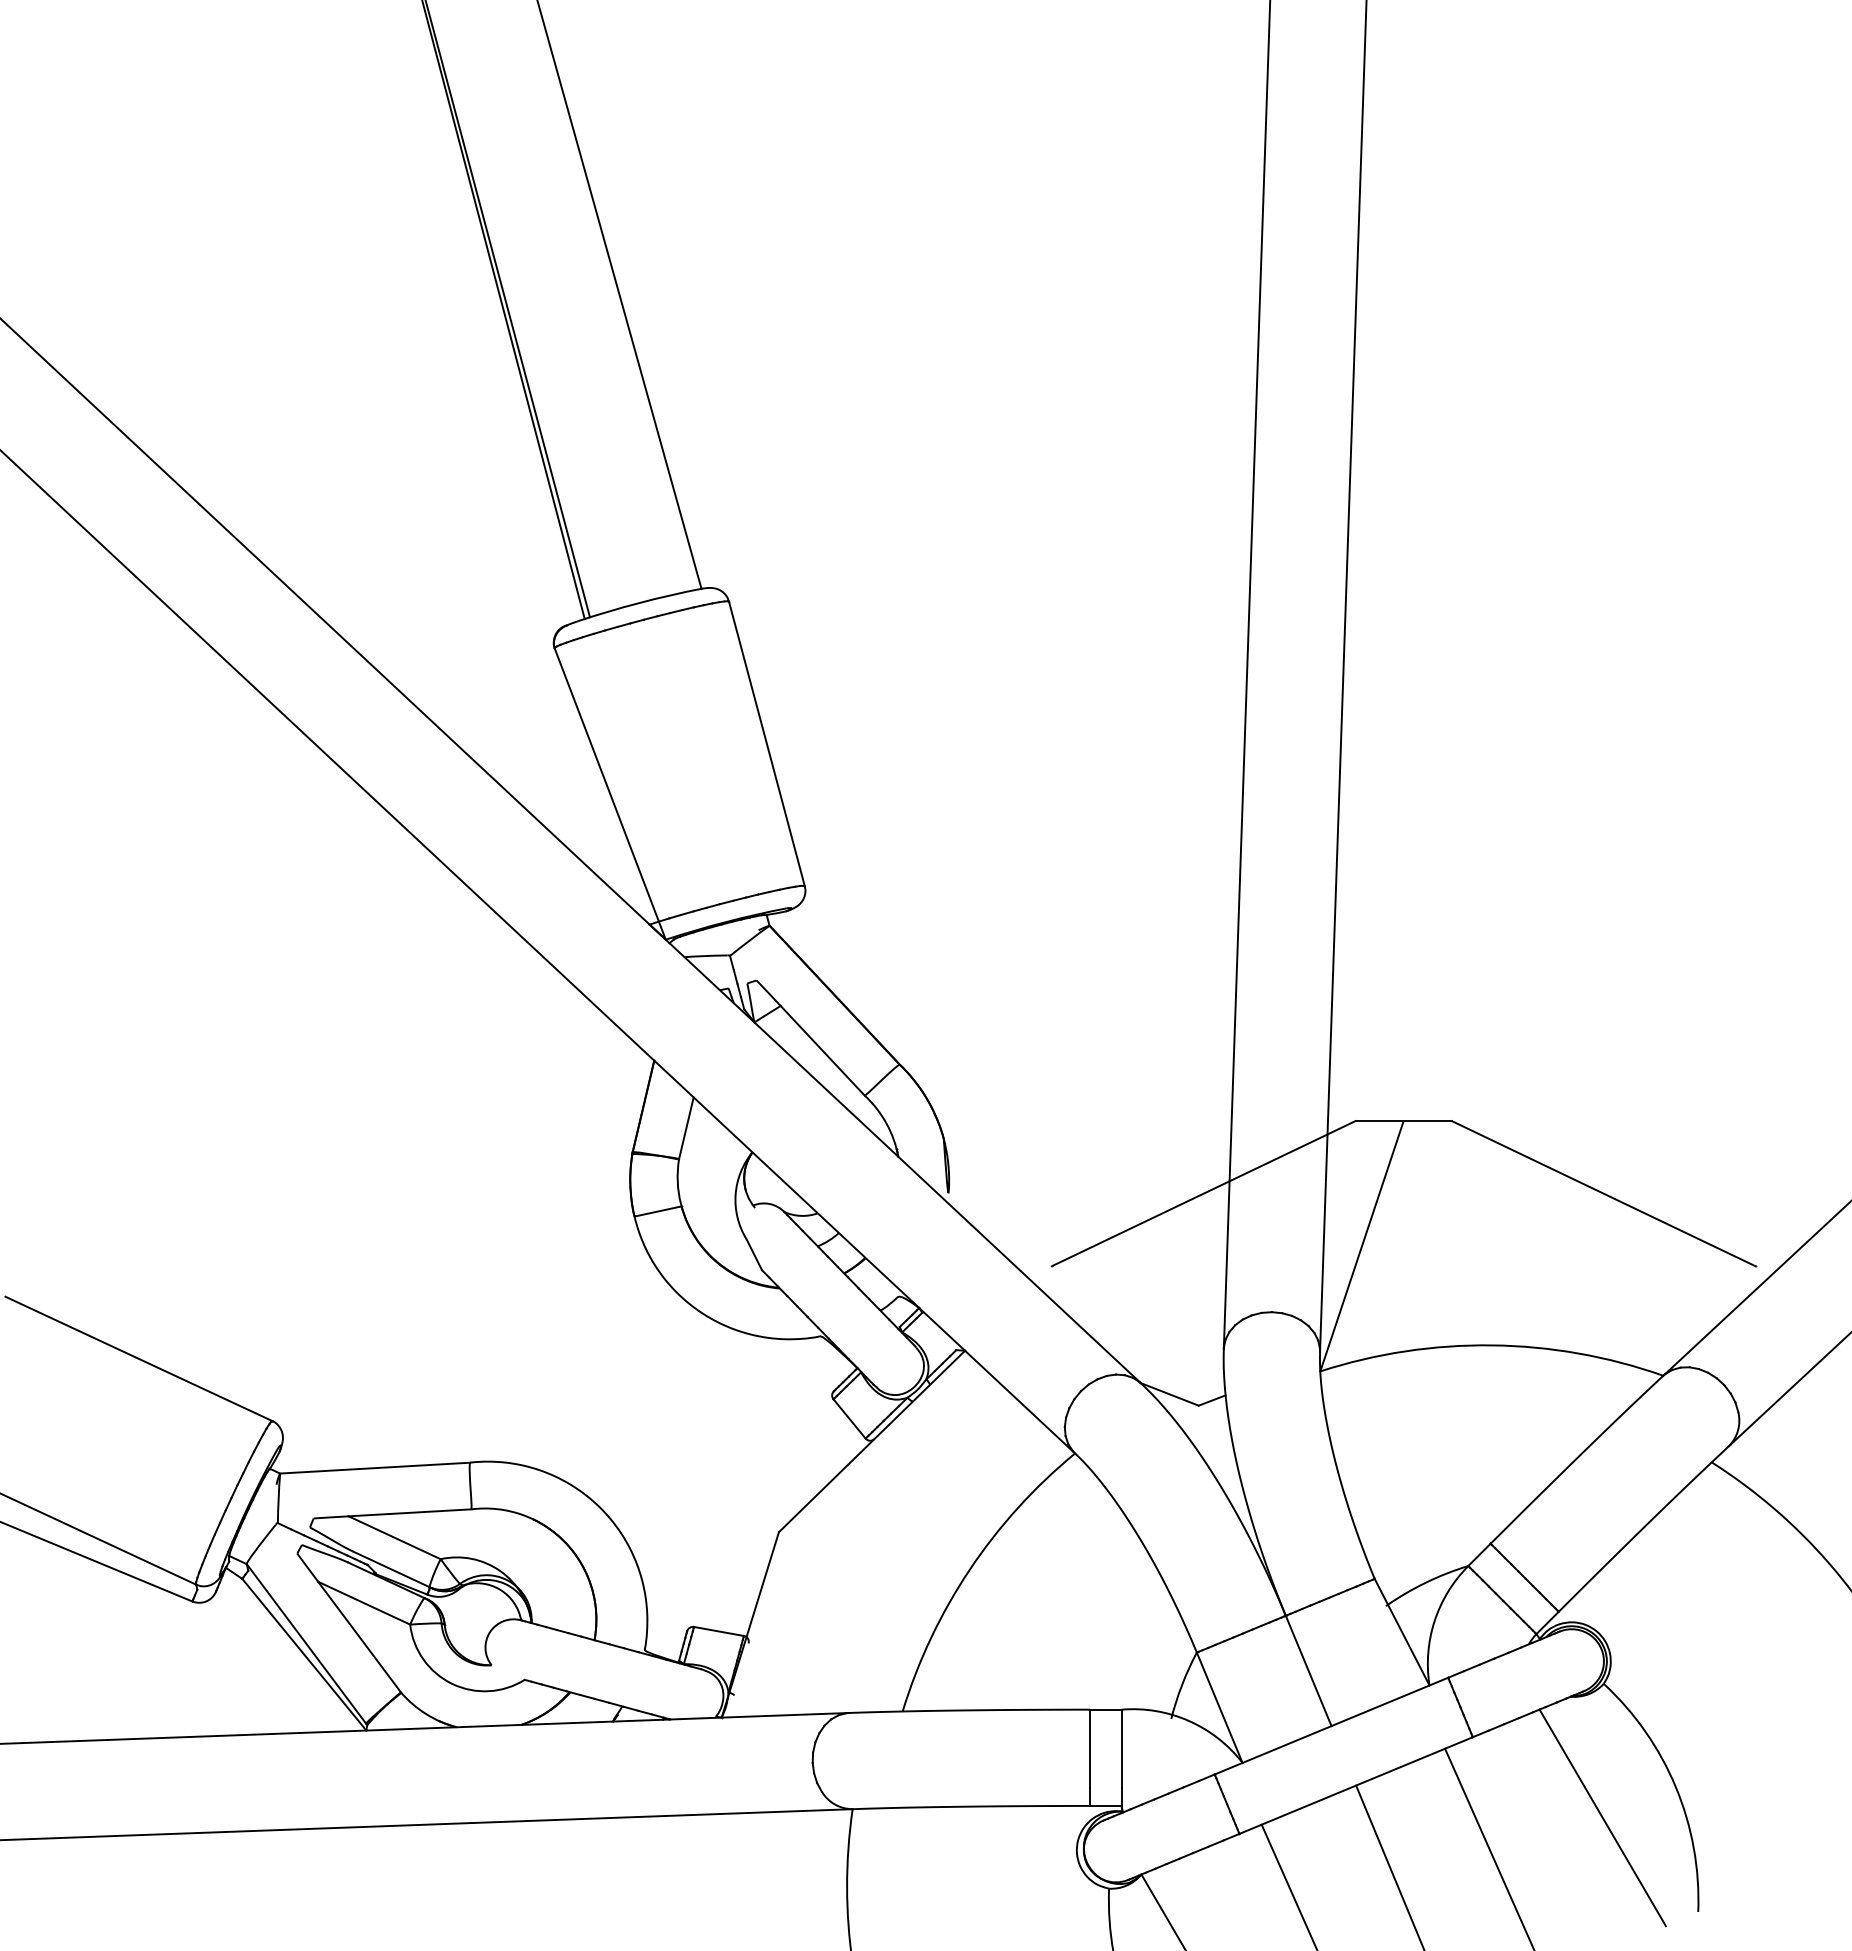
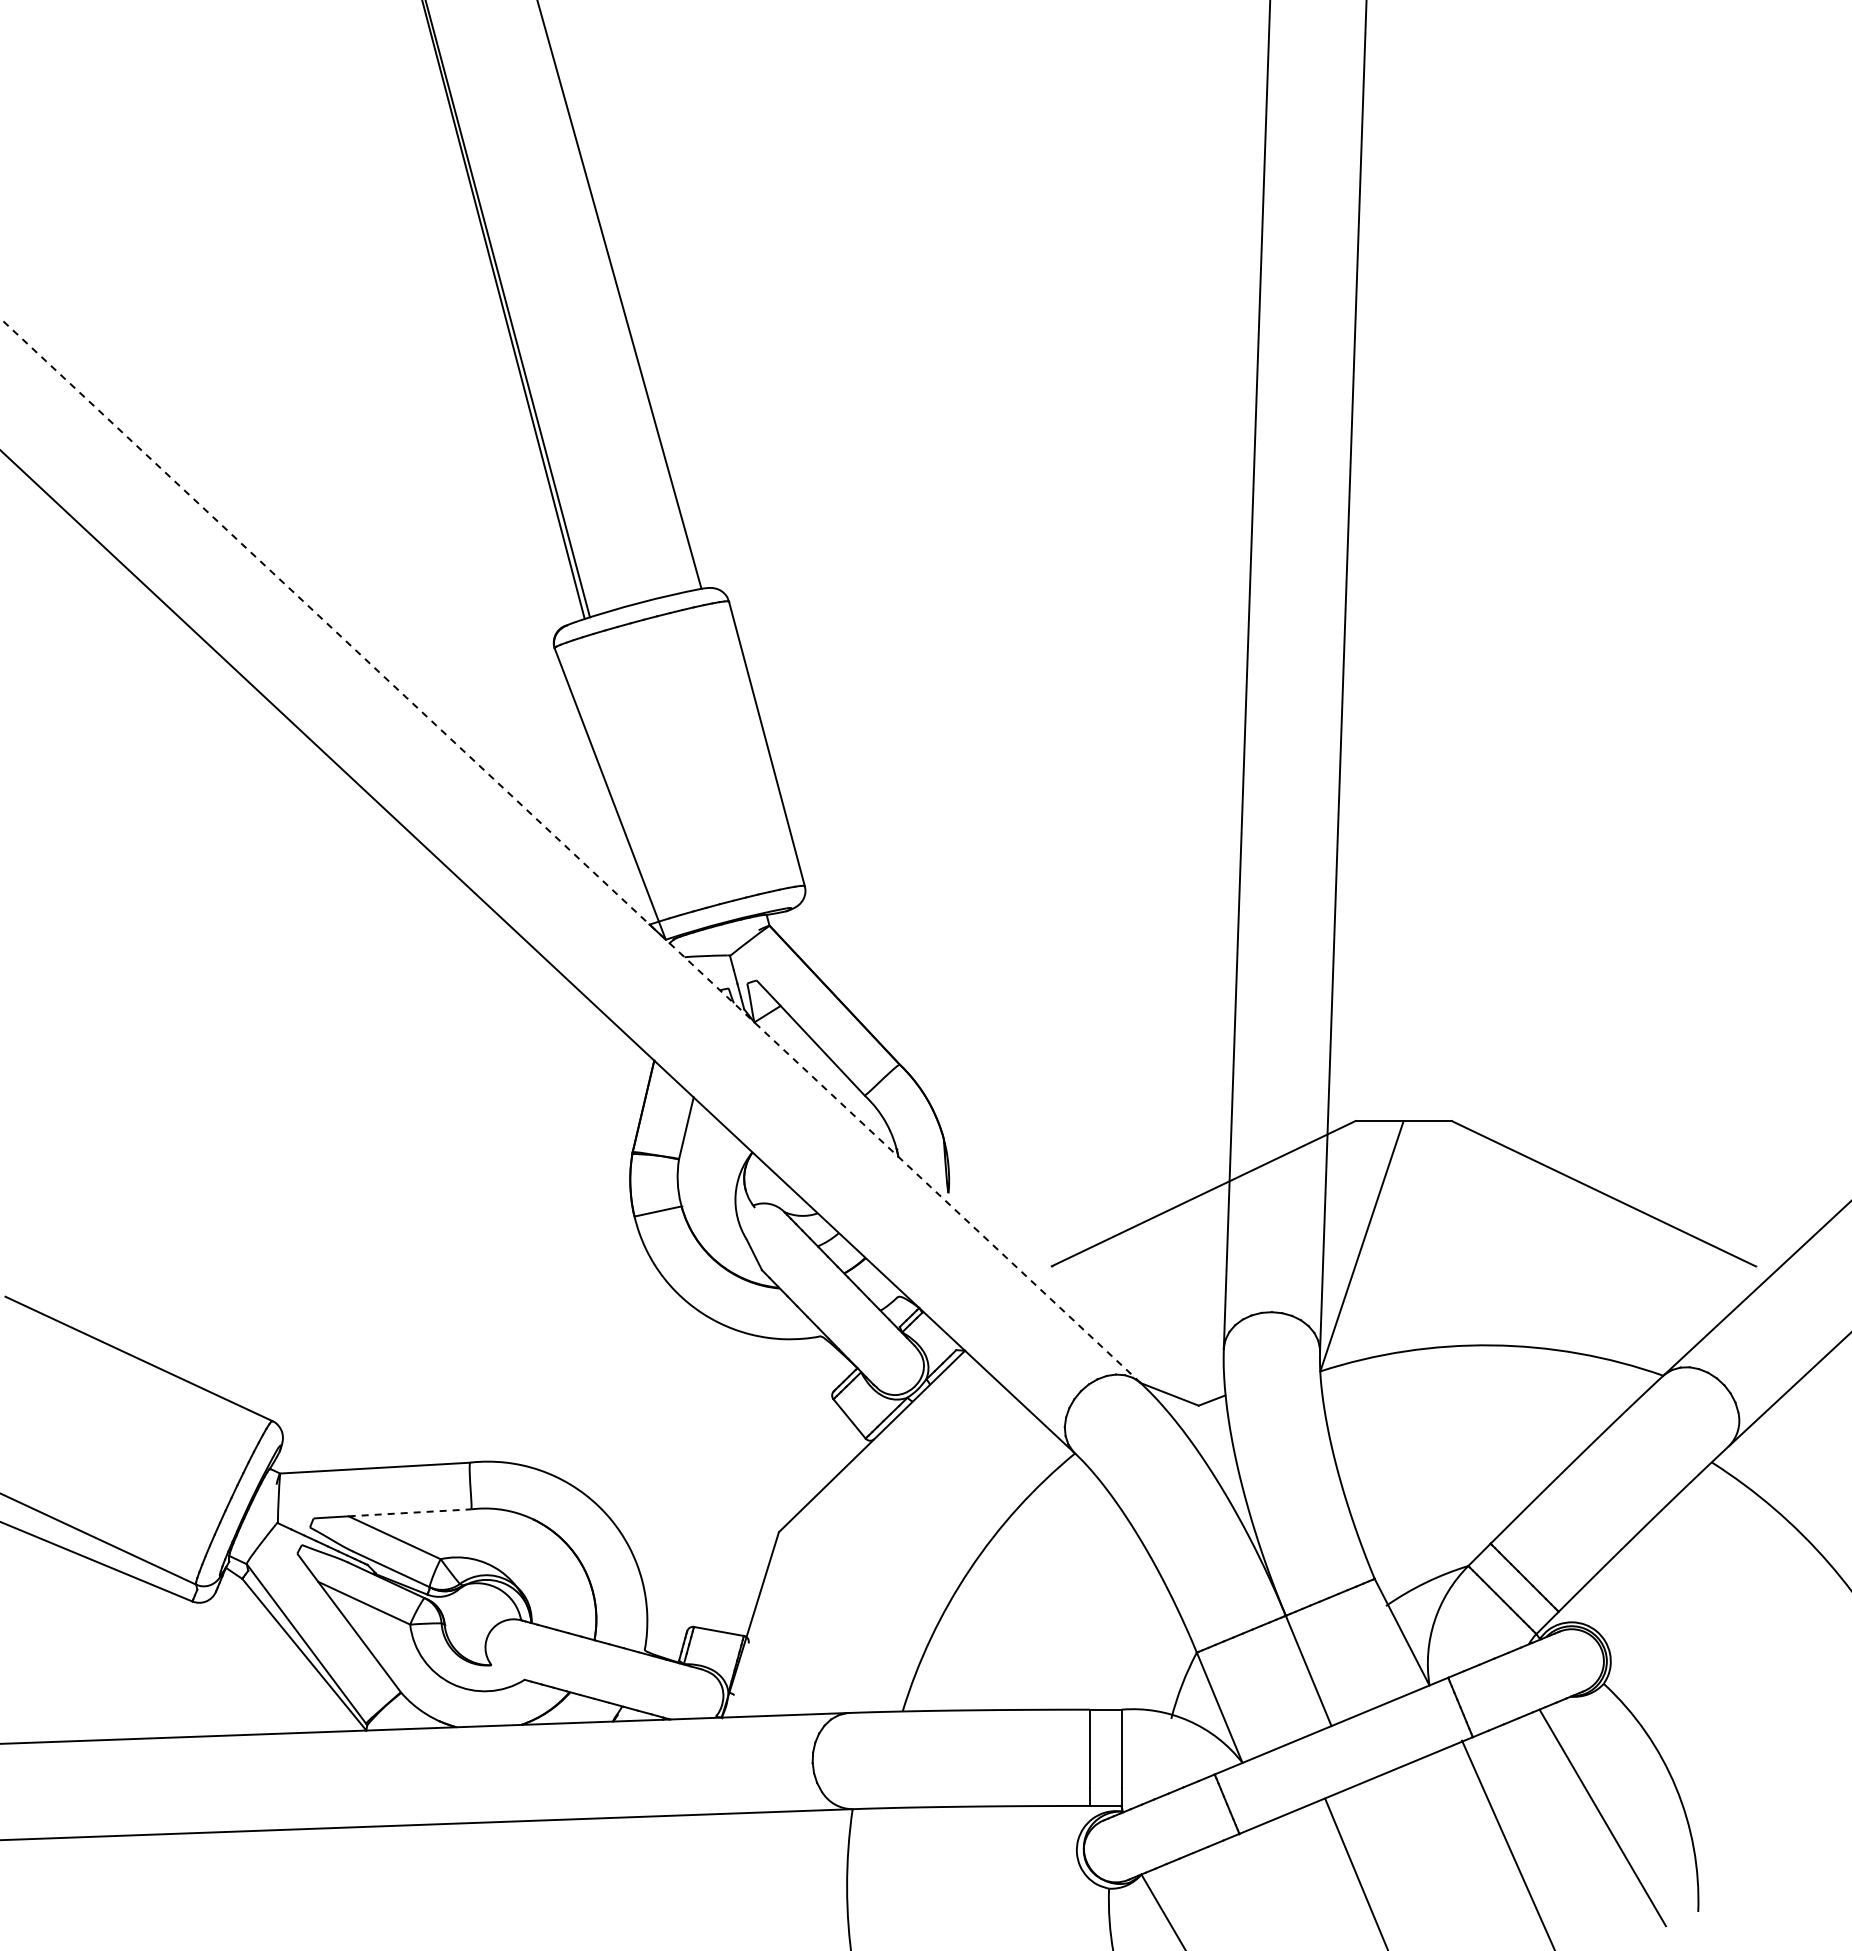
line at (570, 850): solid -> dashed
line at (410, 1512): solid -> dashed
line at (1489, 1847) position: (1489, 1847) -> (1507, 1843)
line at (1389, 1866) position: (1389, 1866) -> (1355, 1872)
line at (1288, 1885): present -> none
